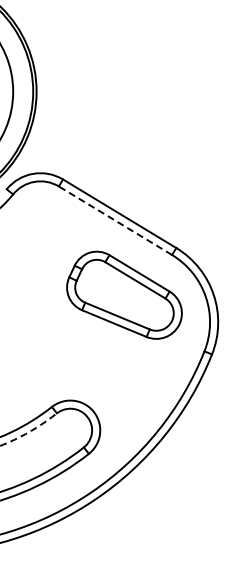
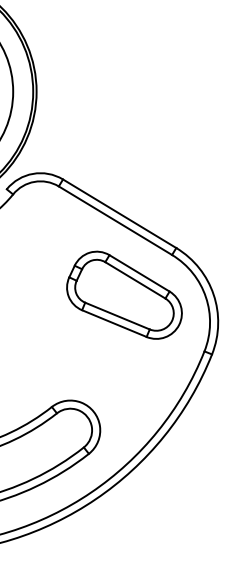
line at (115, 220): dashed -> solid
arc at (29, 431): dashed -> solid
